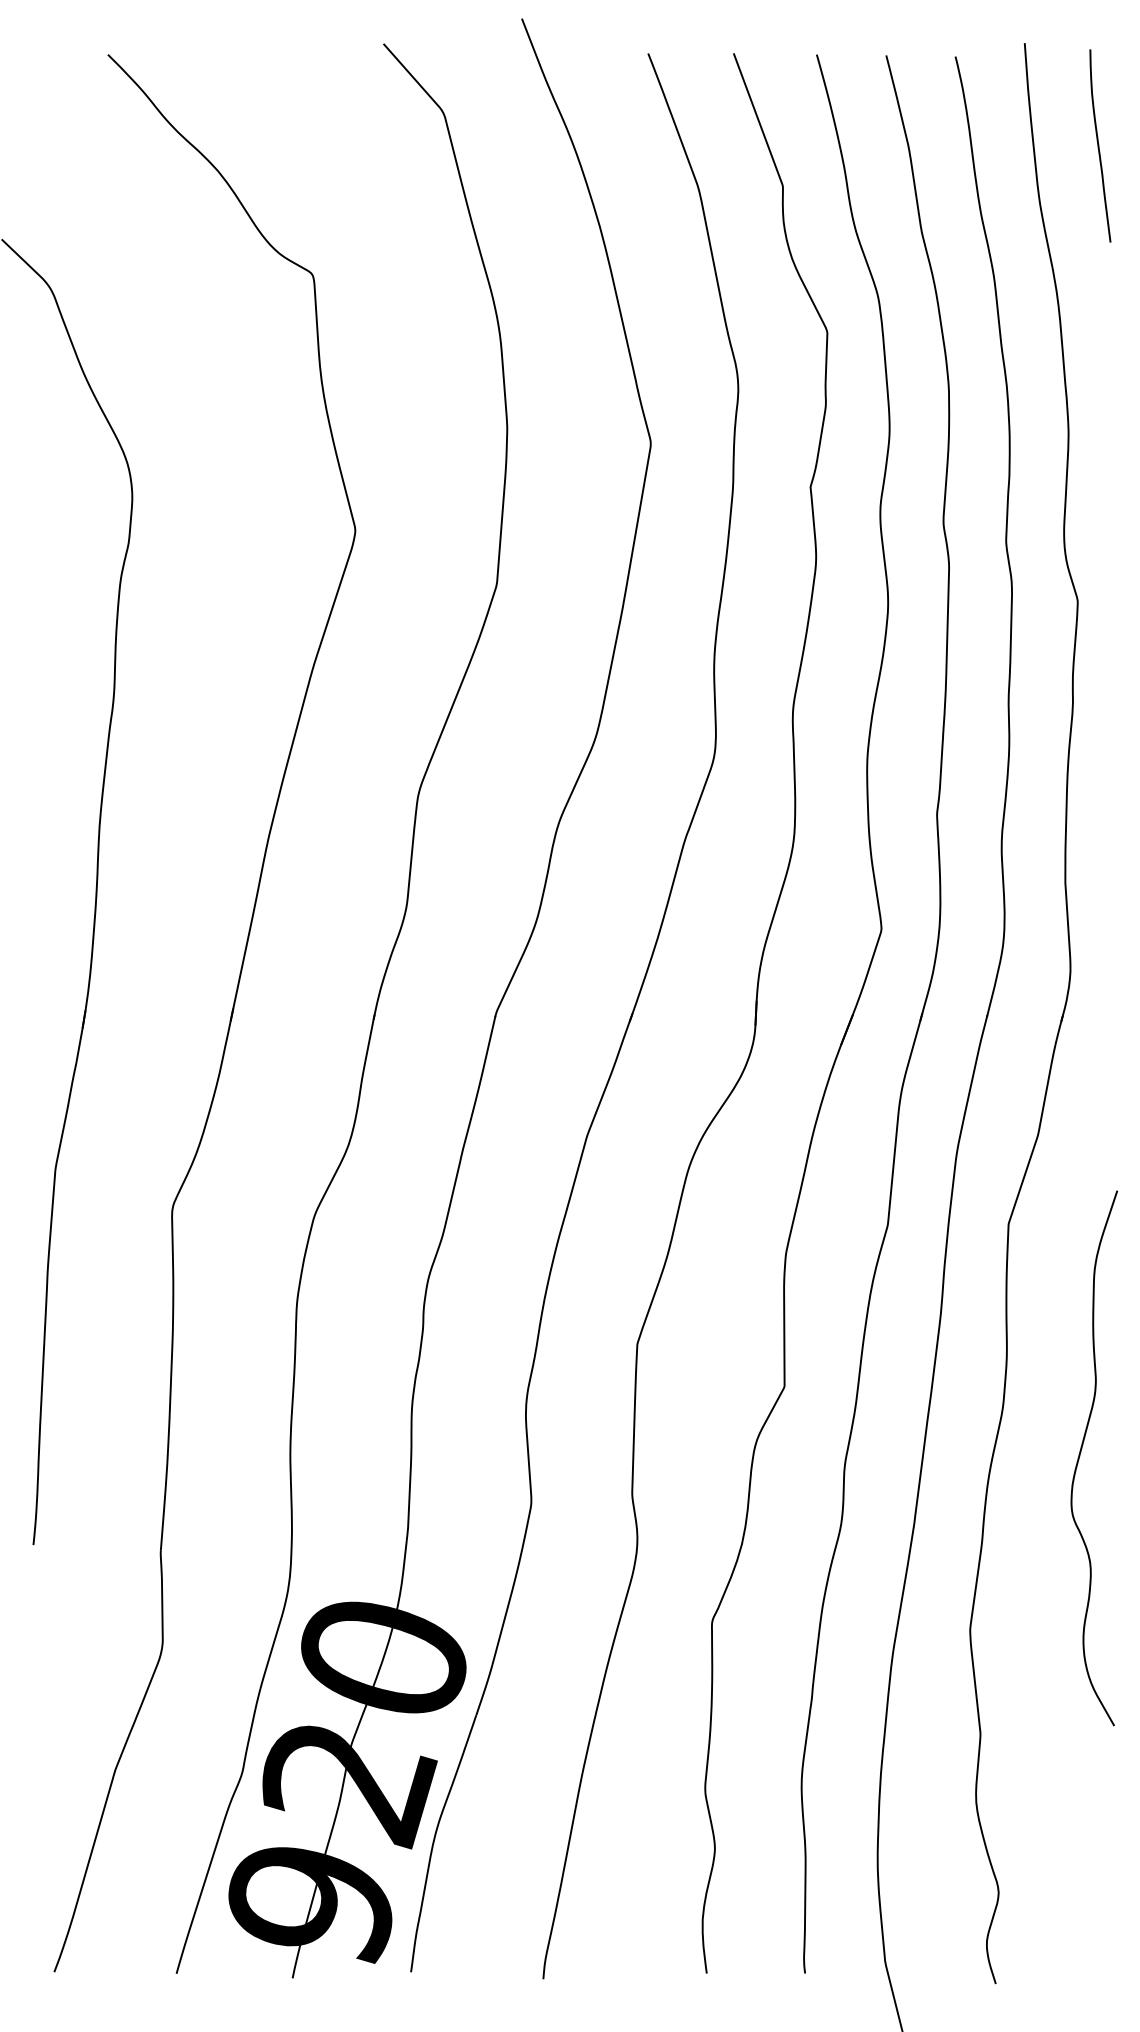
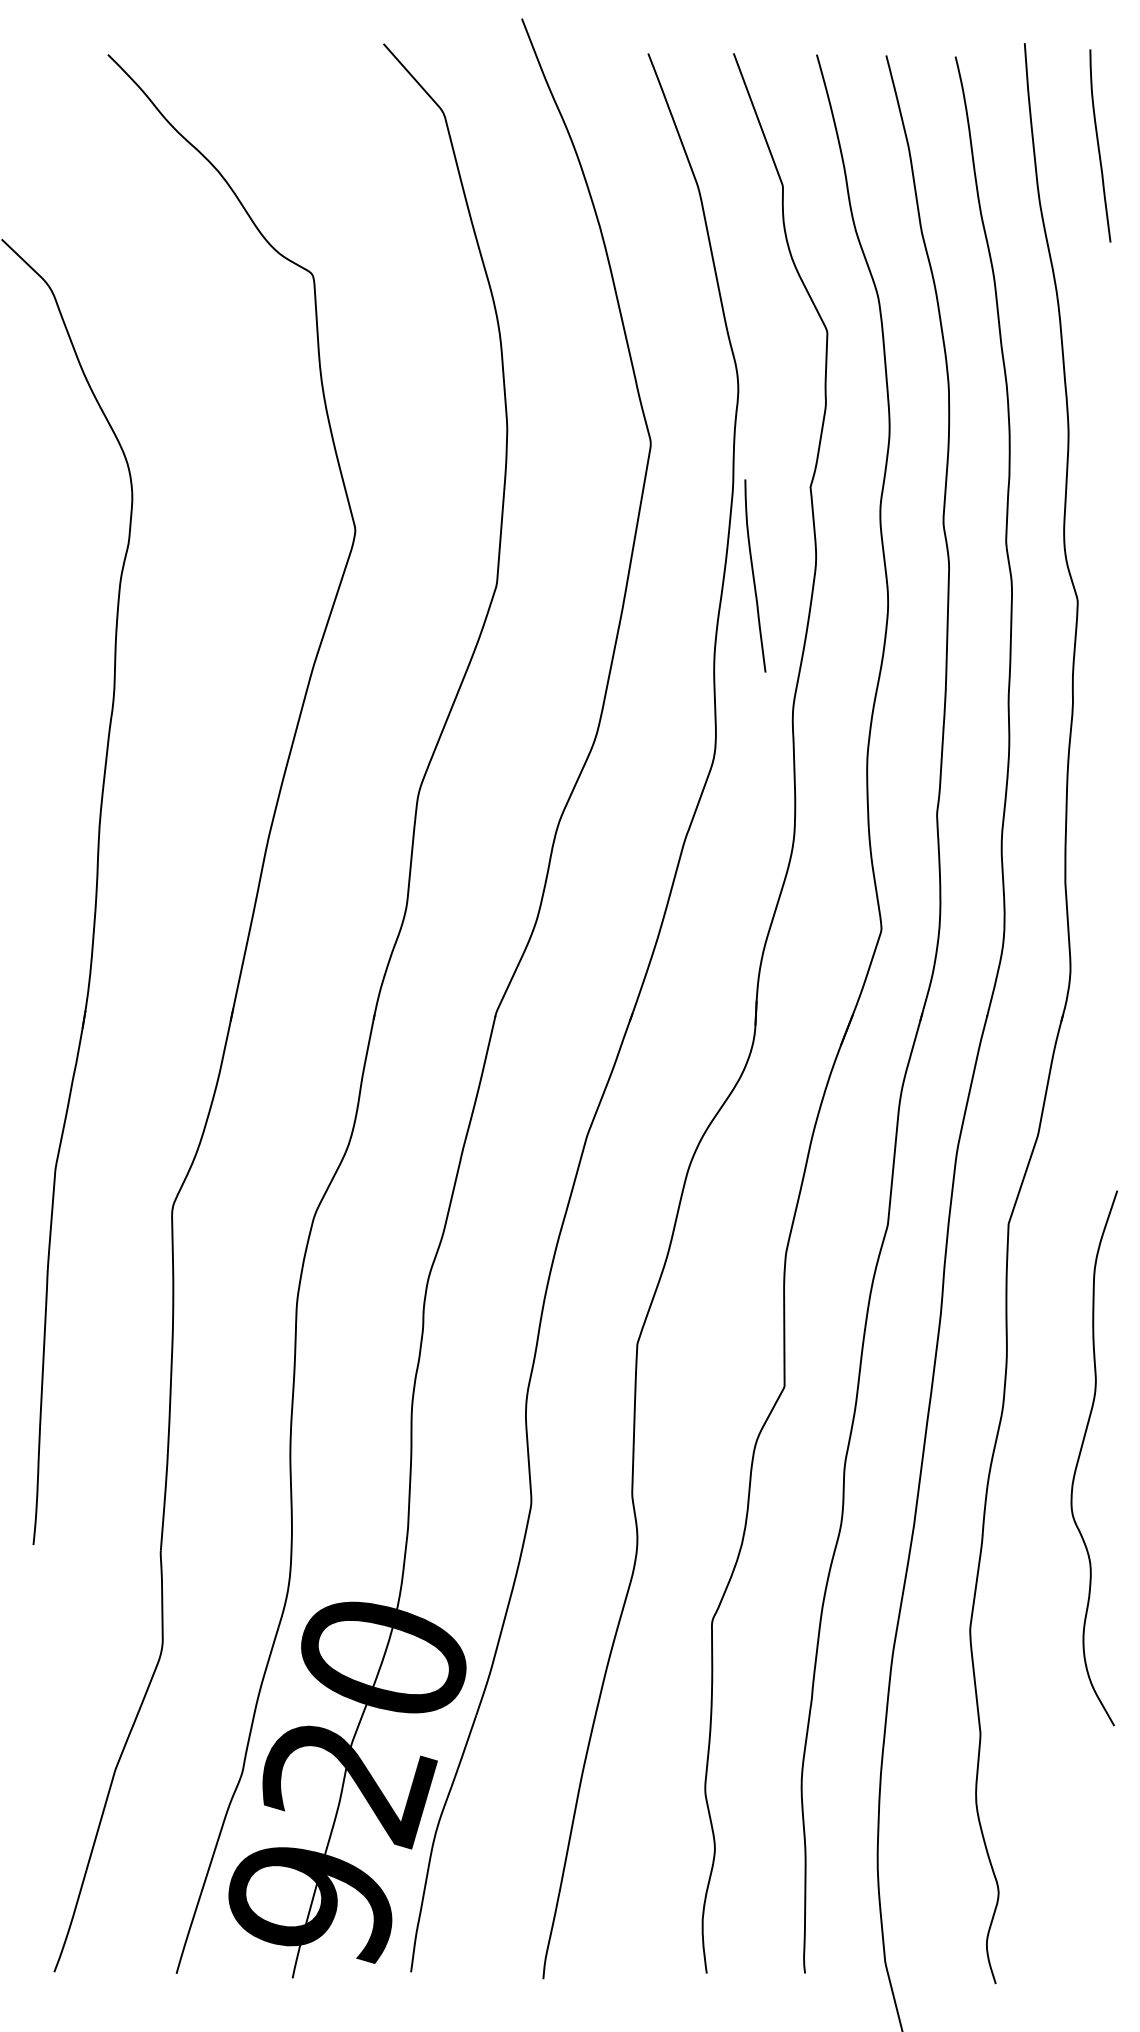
curve at (754, 575): none -> present
